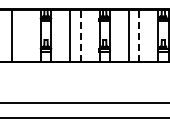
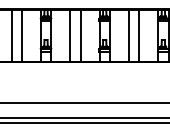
line at (21, 35): none -> present
line at (80, 35): dashed -> solid
line at (139, 35): dashed -> solid
line at (84, 123): none -> present
